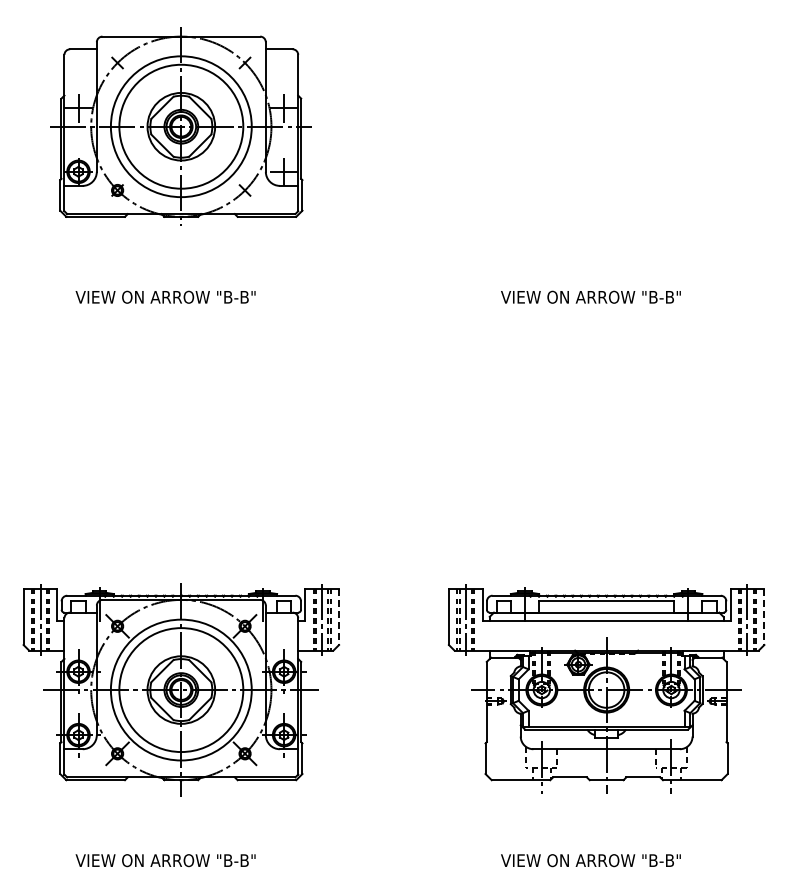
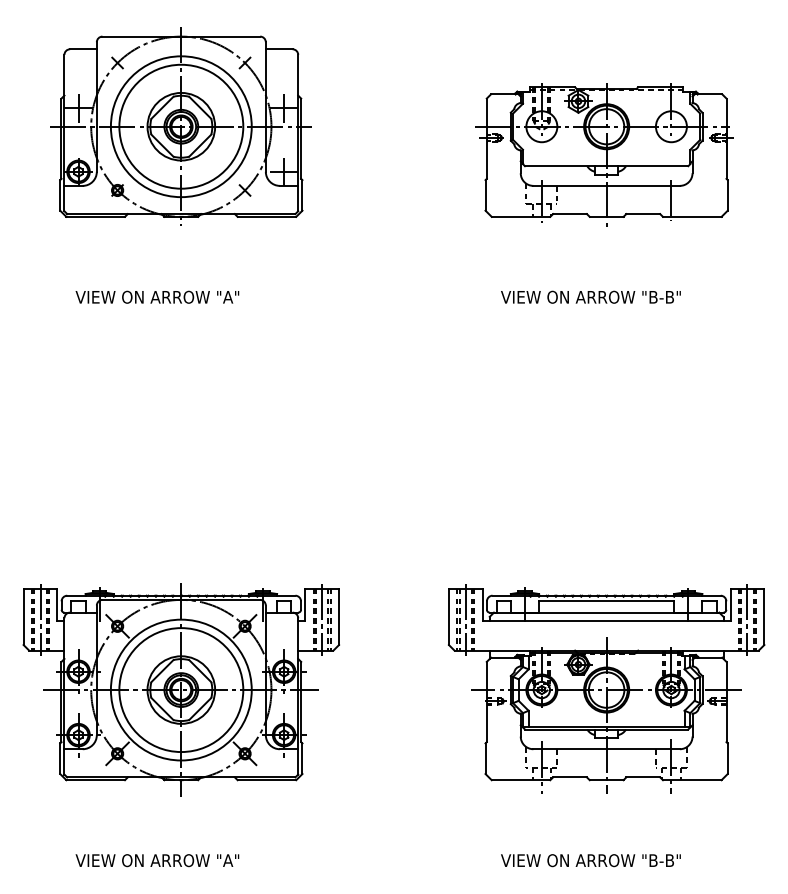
part at (604, 154): none -> present
text at (239, 297): VIEW ON ARROW "B-B" -> VIEW ON ARROW "A"
line at (339, 617): dashed -> solid
line at (764, 617): dashed -> solid
text at (239, 860): VIEW ON ARROW "B-B" -> VIEW ON ARROW "A"
